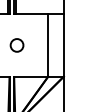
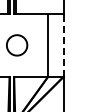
line at (63, 44): solid -> dashed
circle at (16, 45) size: 16x15 px -> 23x23 px
